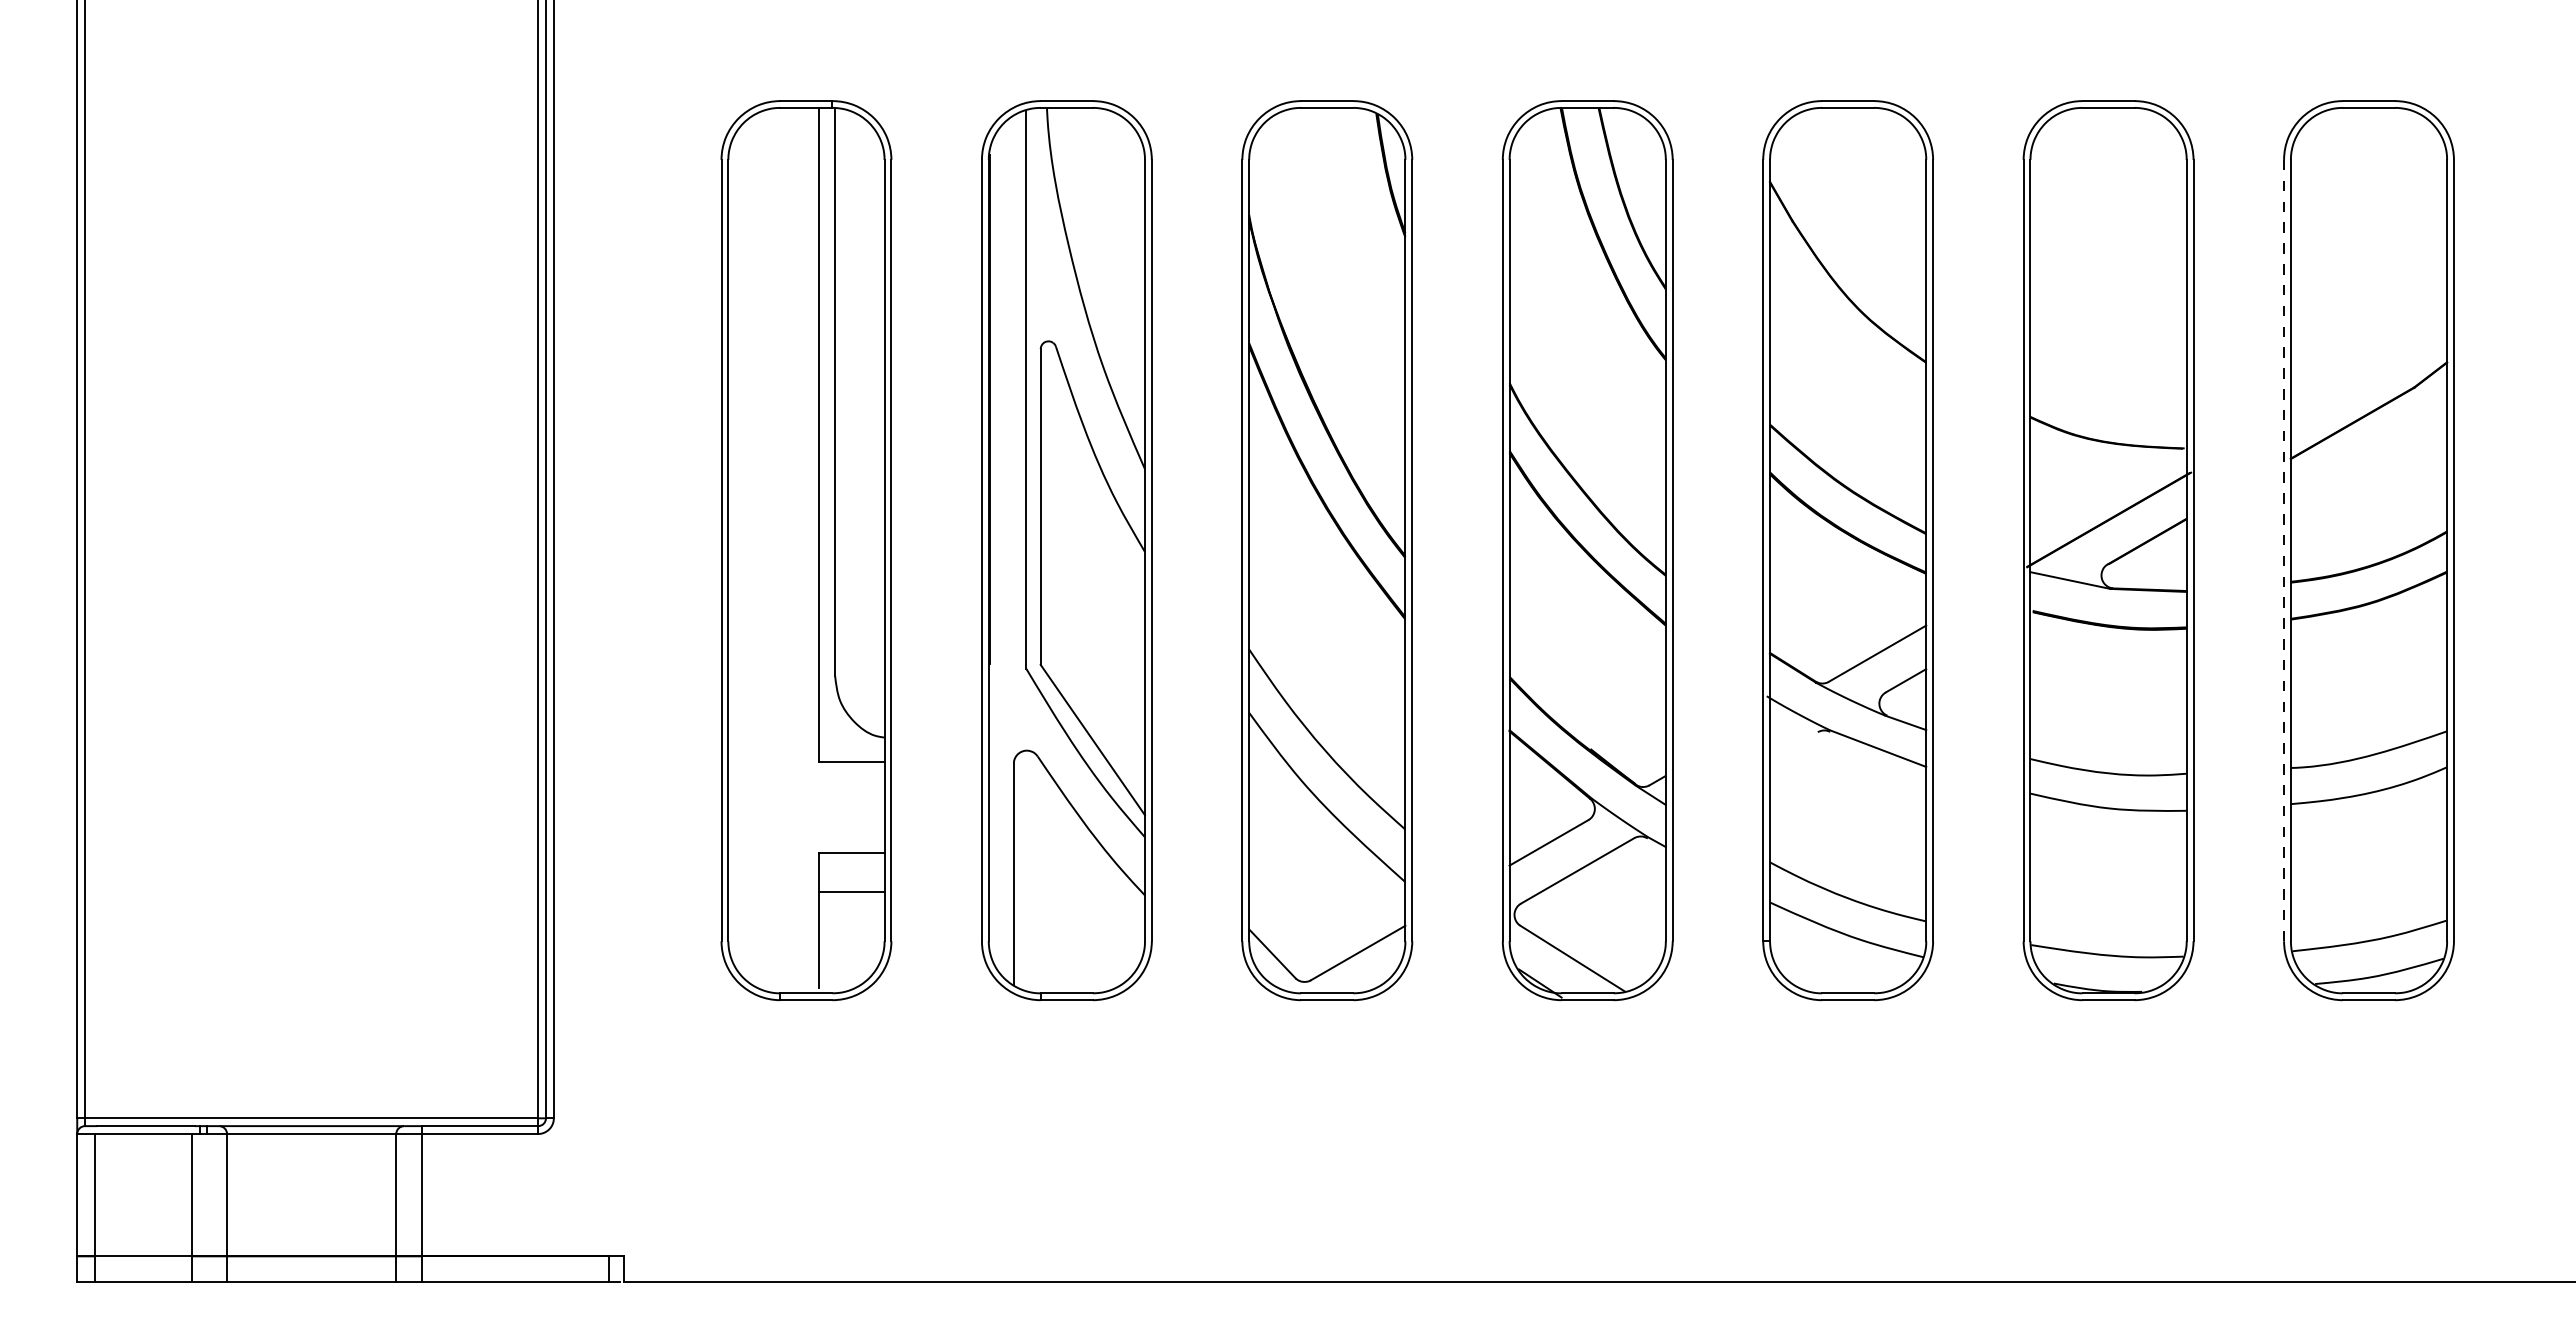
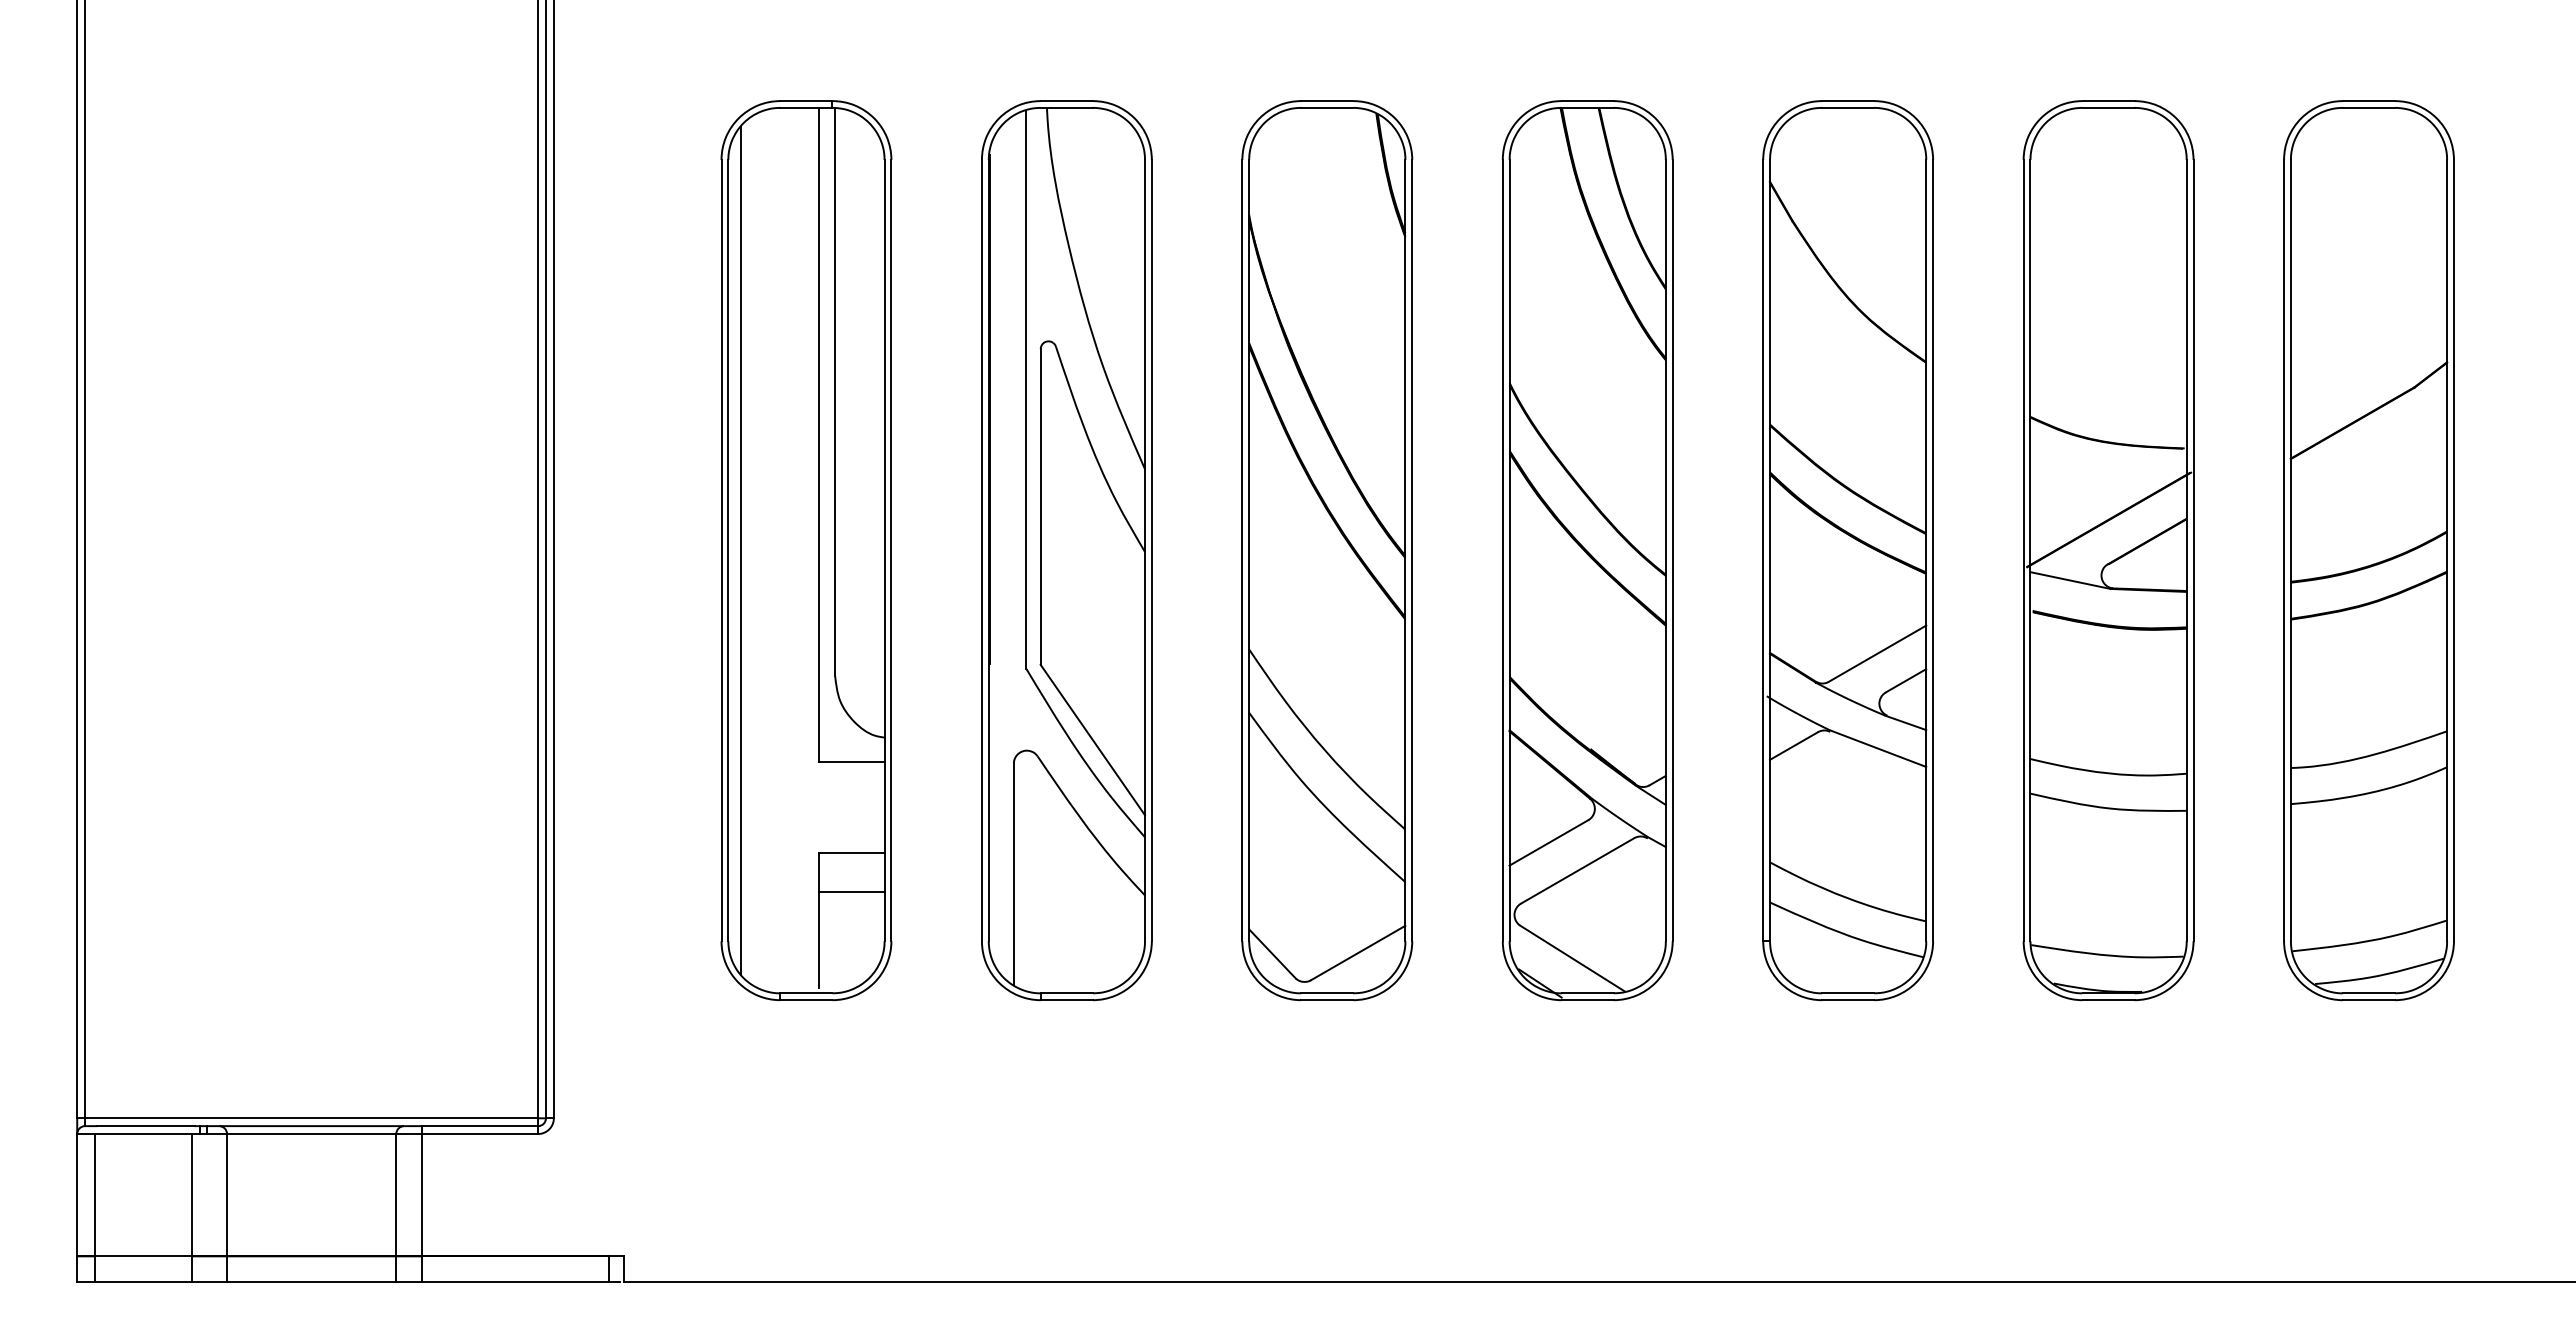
line at (741, 550): none -> present
line at (2284, 550): dashed -> solid
line at (1793, 745): none -> present
